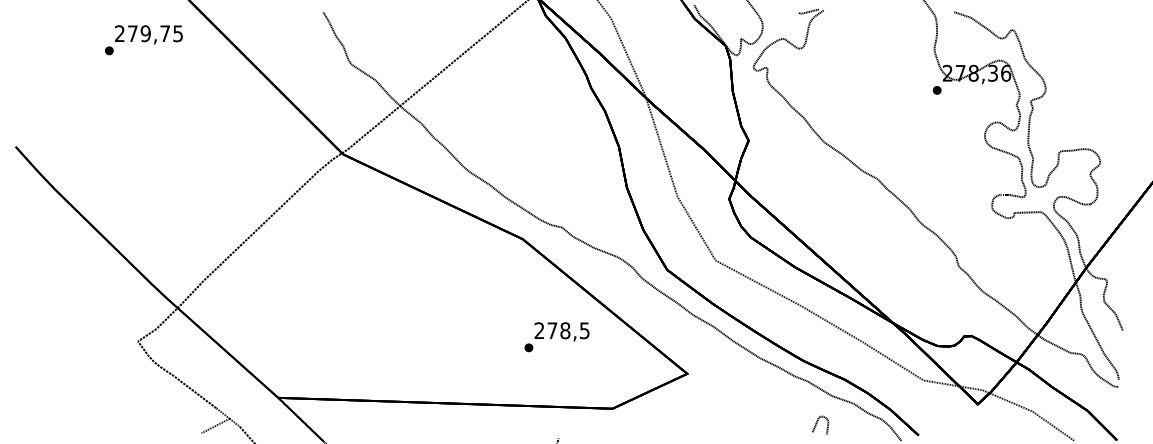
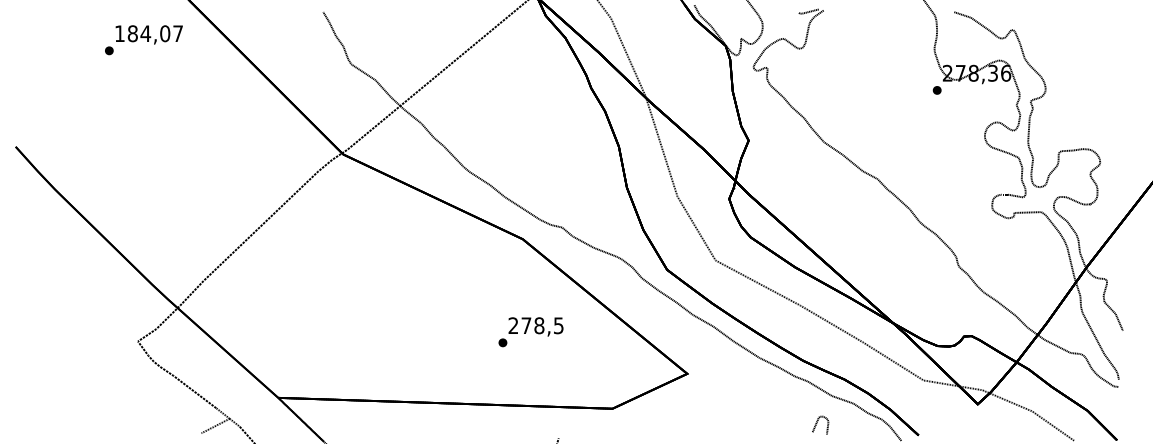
text at (148, 33): 279,75 -> 184,07
text at (556, 337) position: (556, 337) -> (530, 332)
